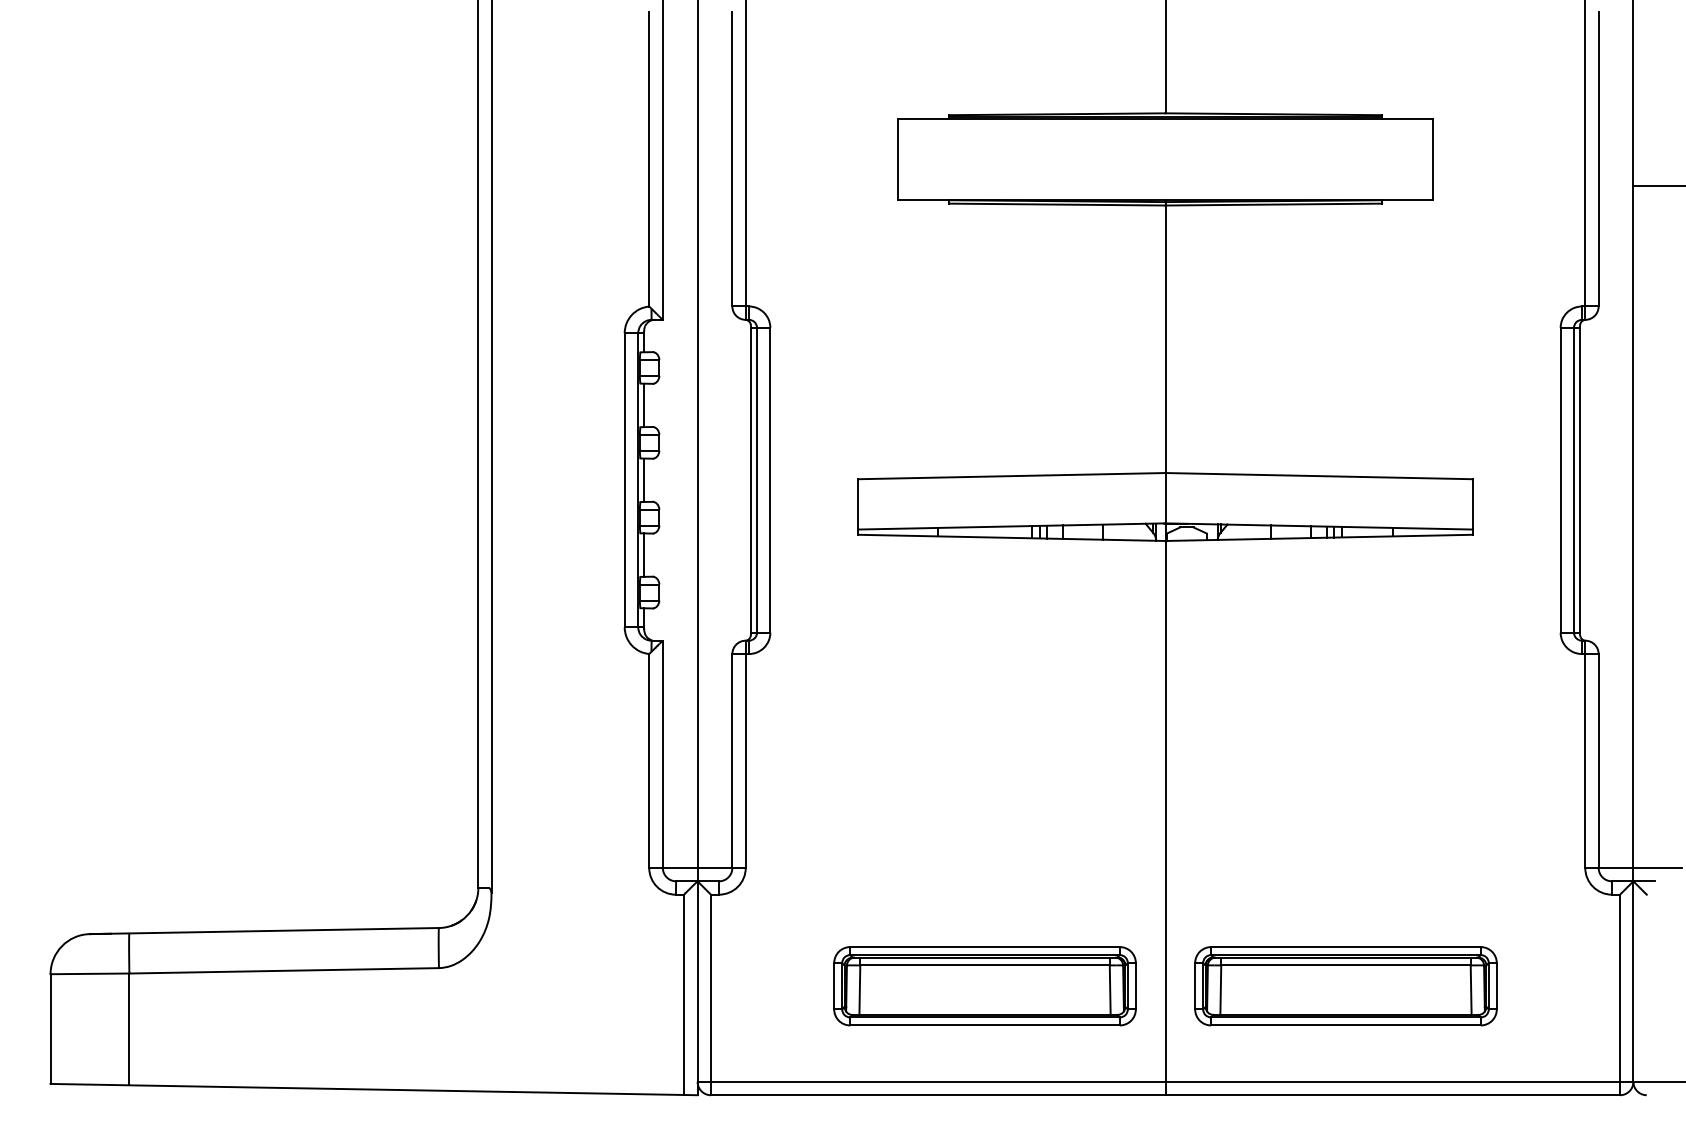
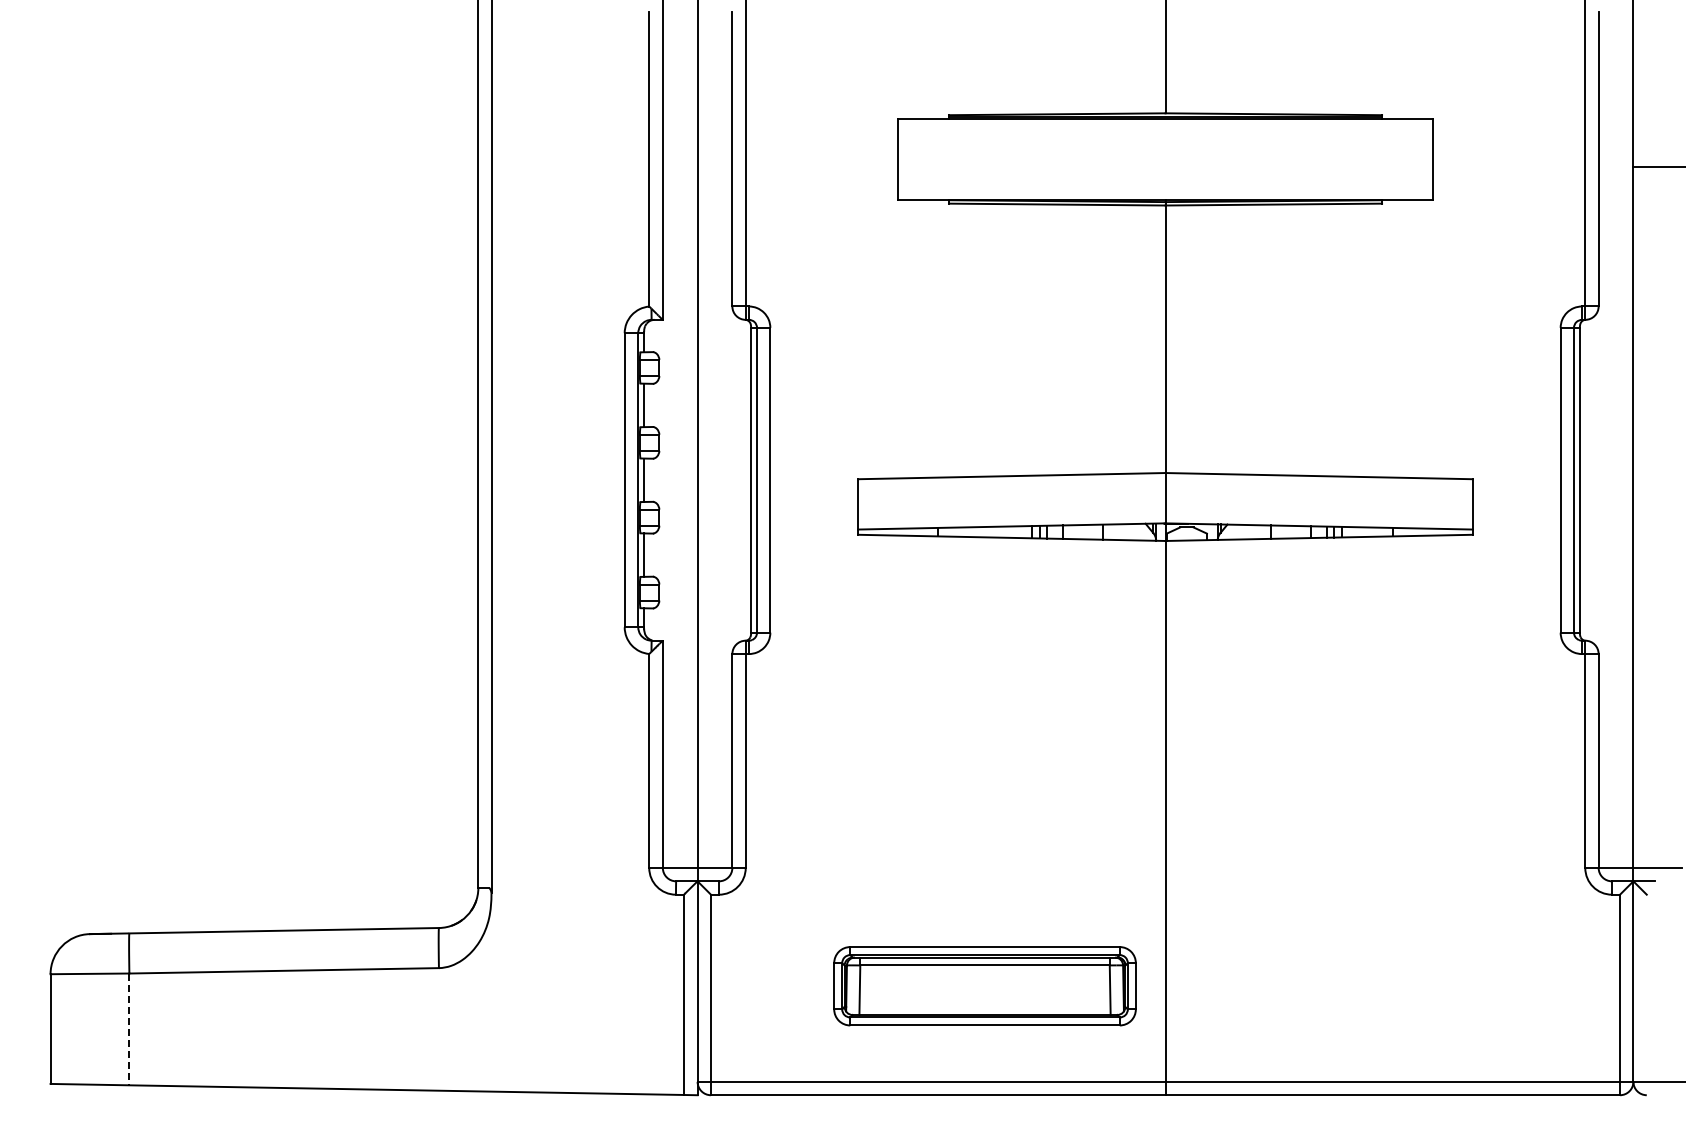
line at (1657, 186) position: (1657, 186) -> (1657, 167)
part at (1345, 986): present -> none
line at (129, 1029): solid -> dashed
